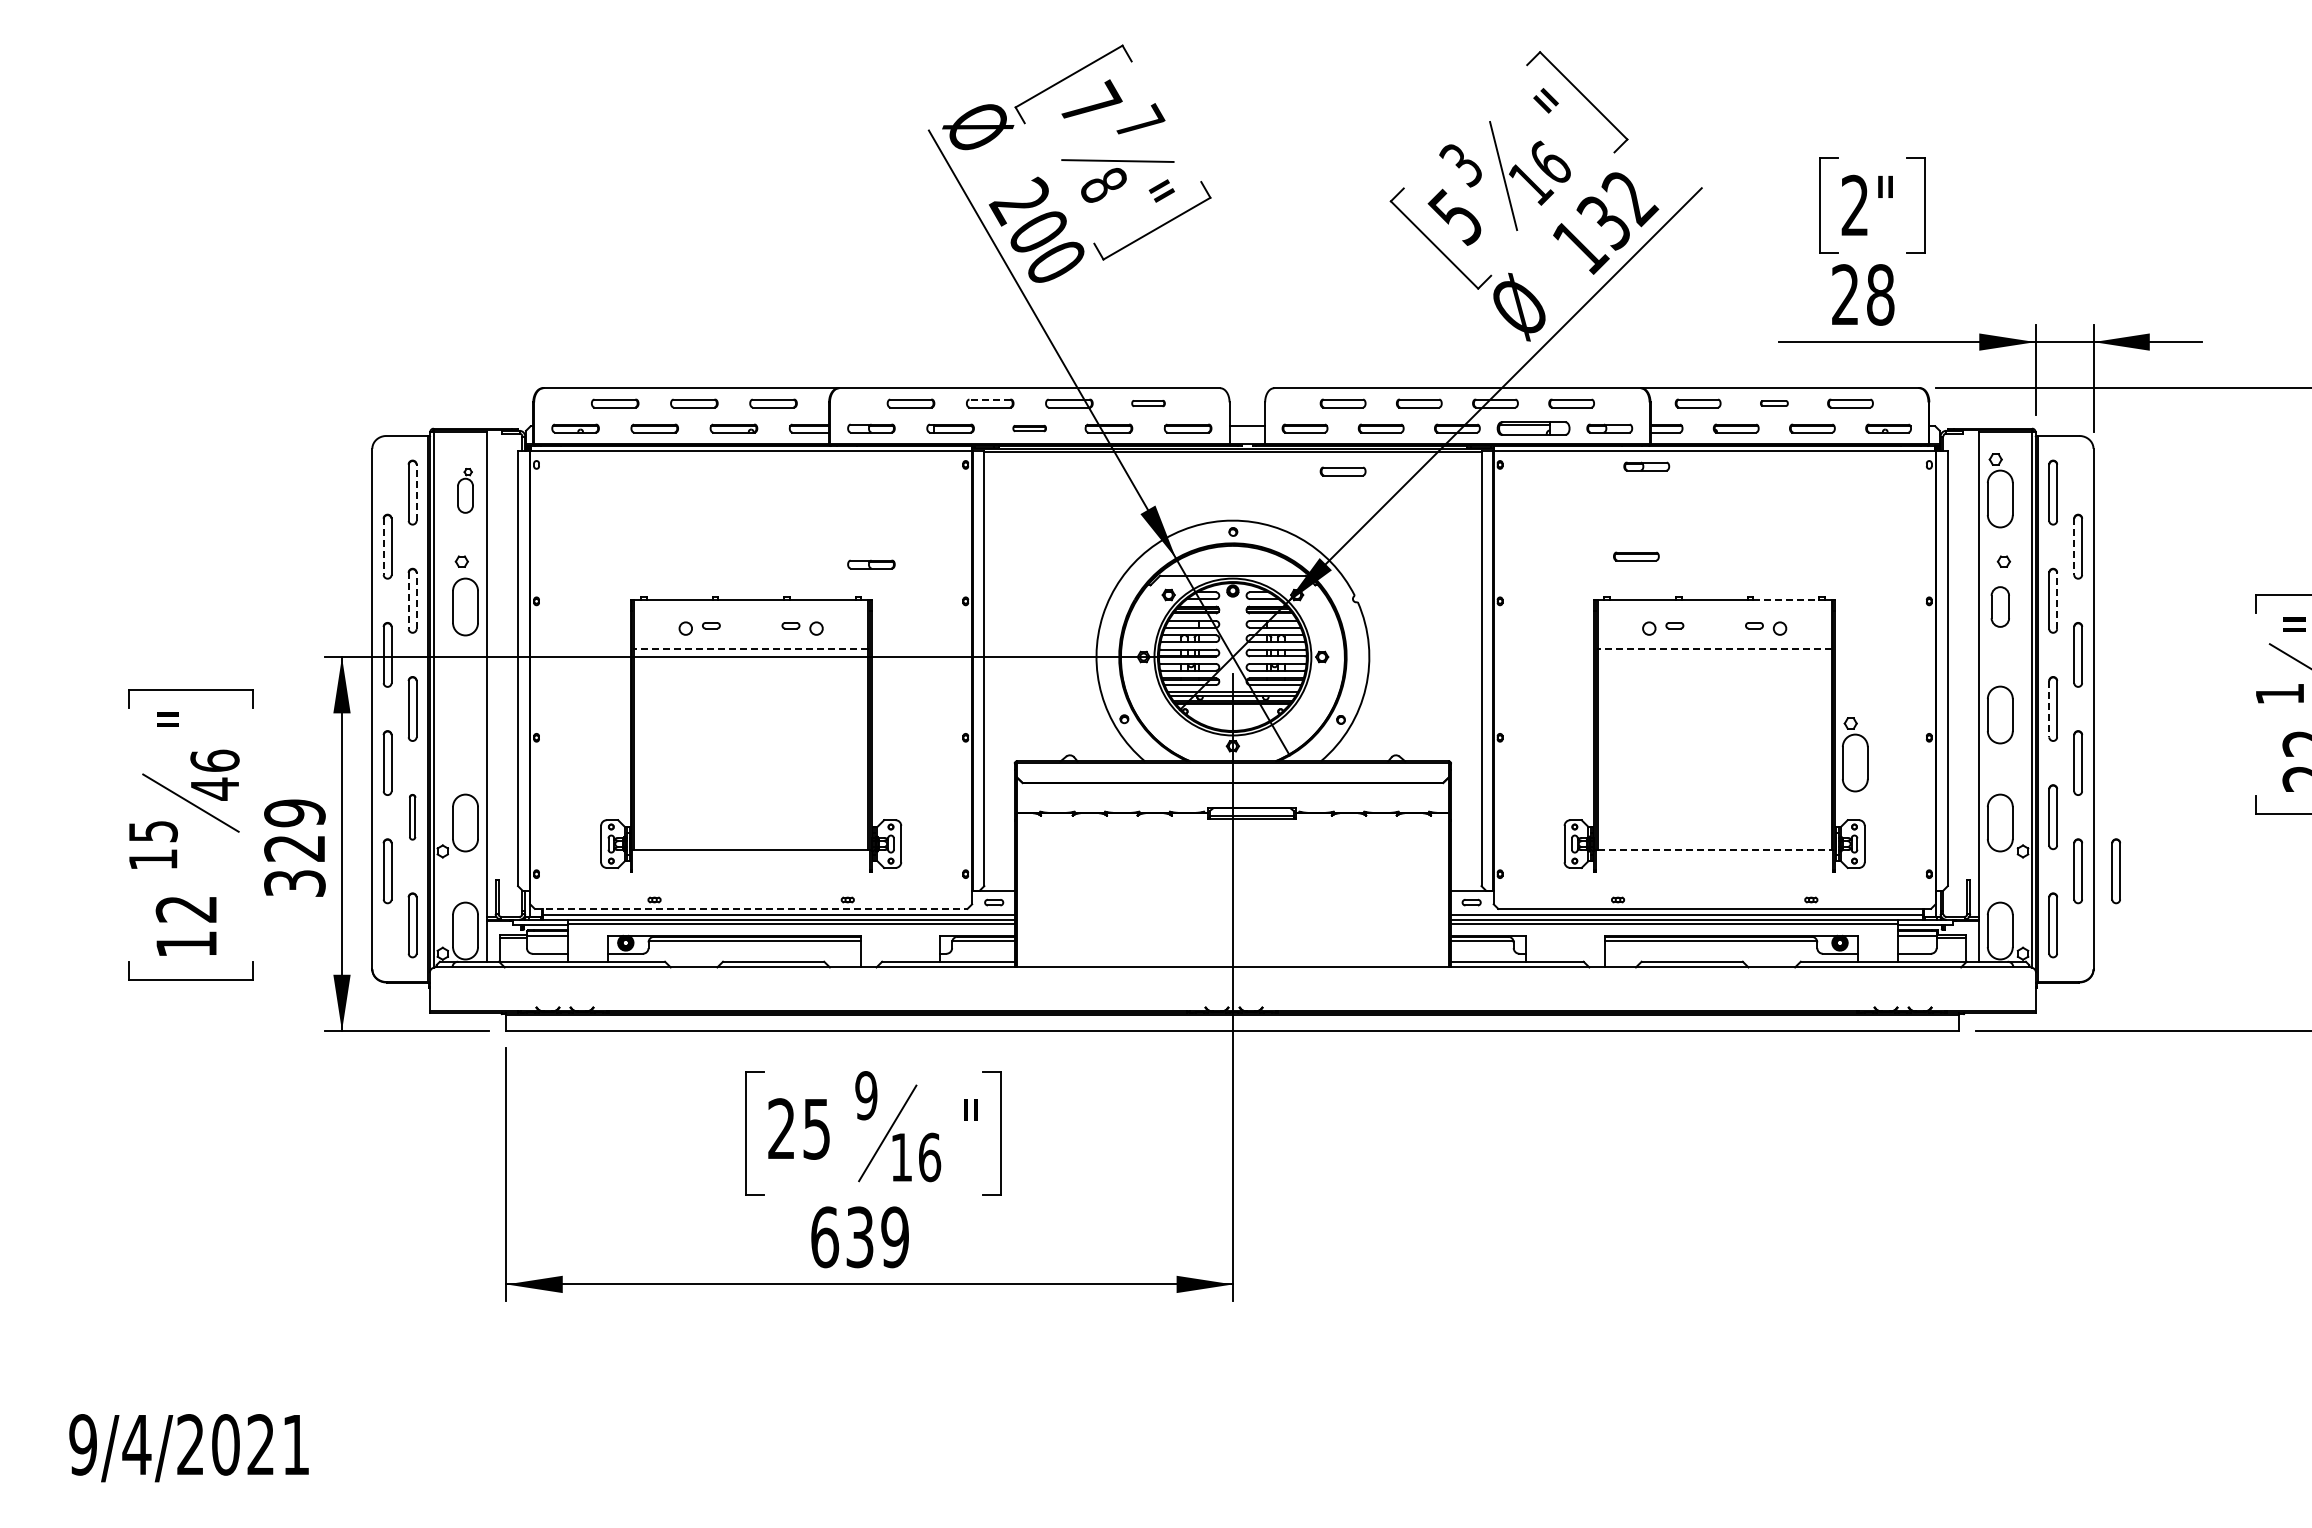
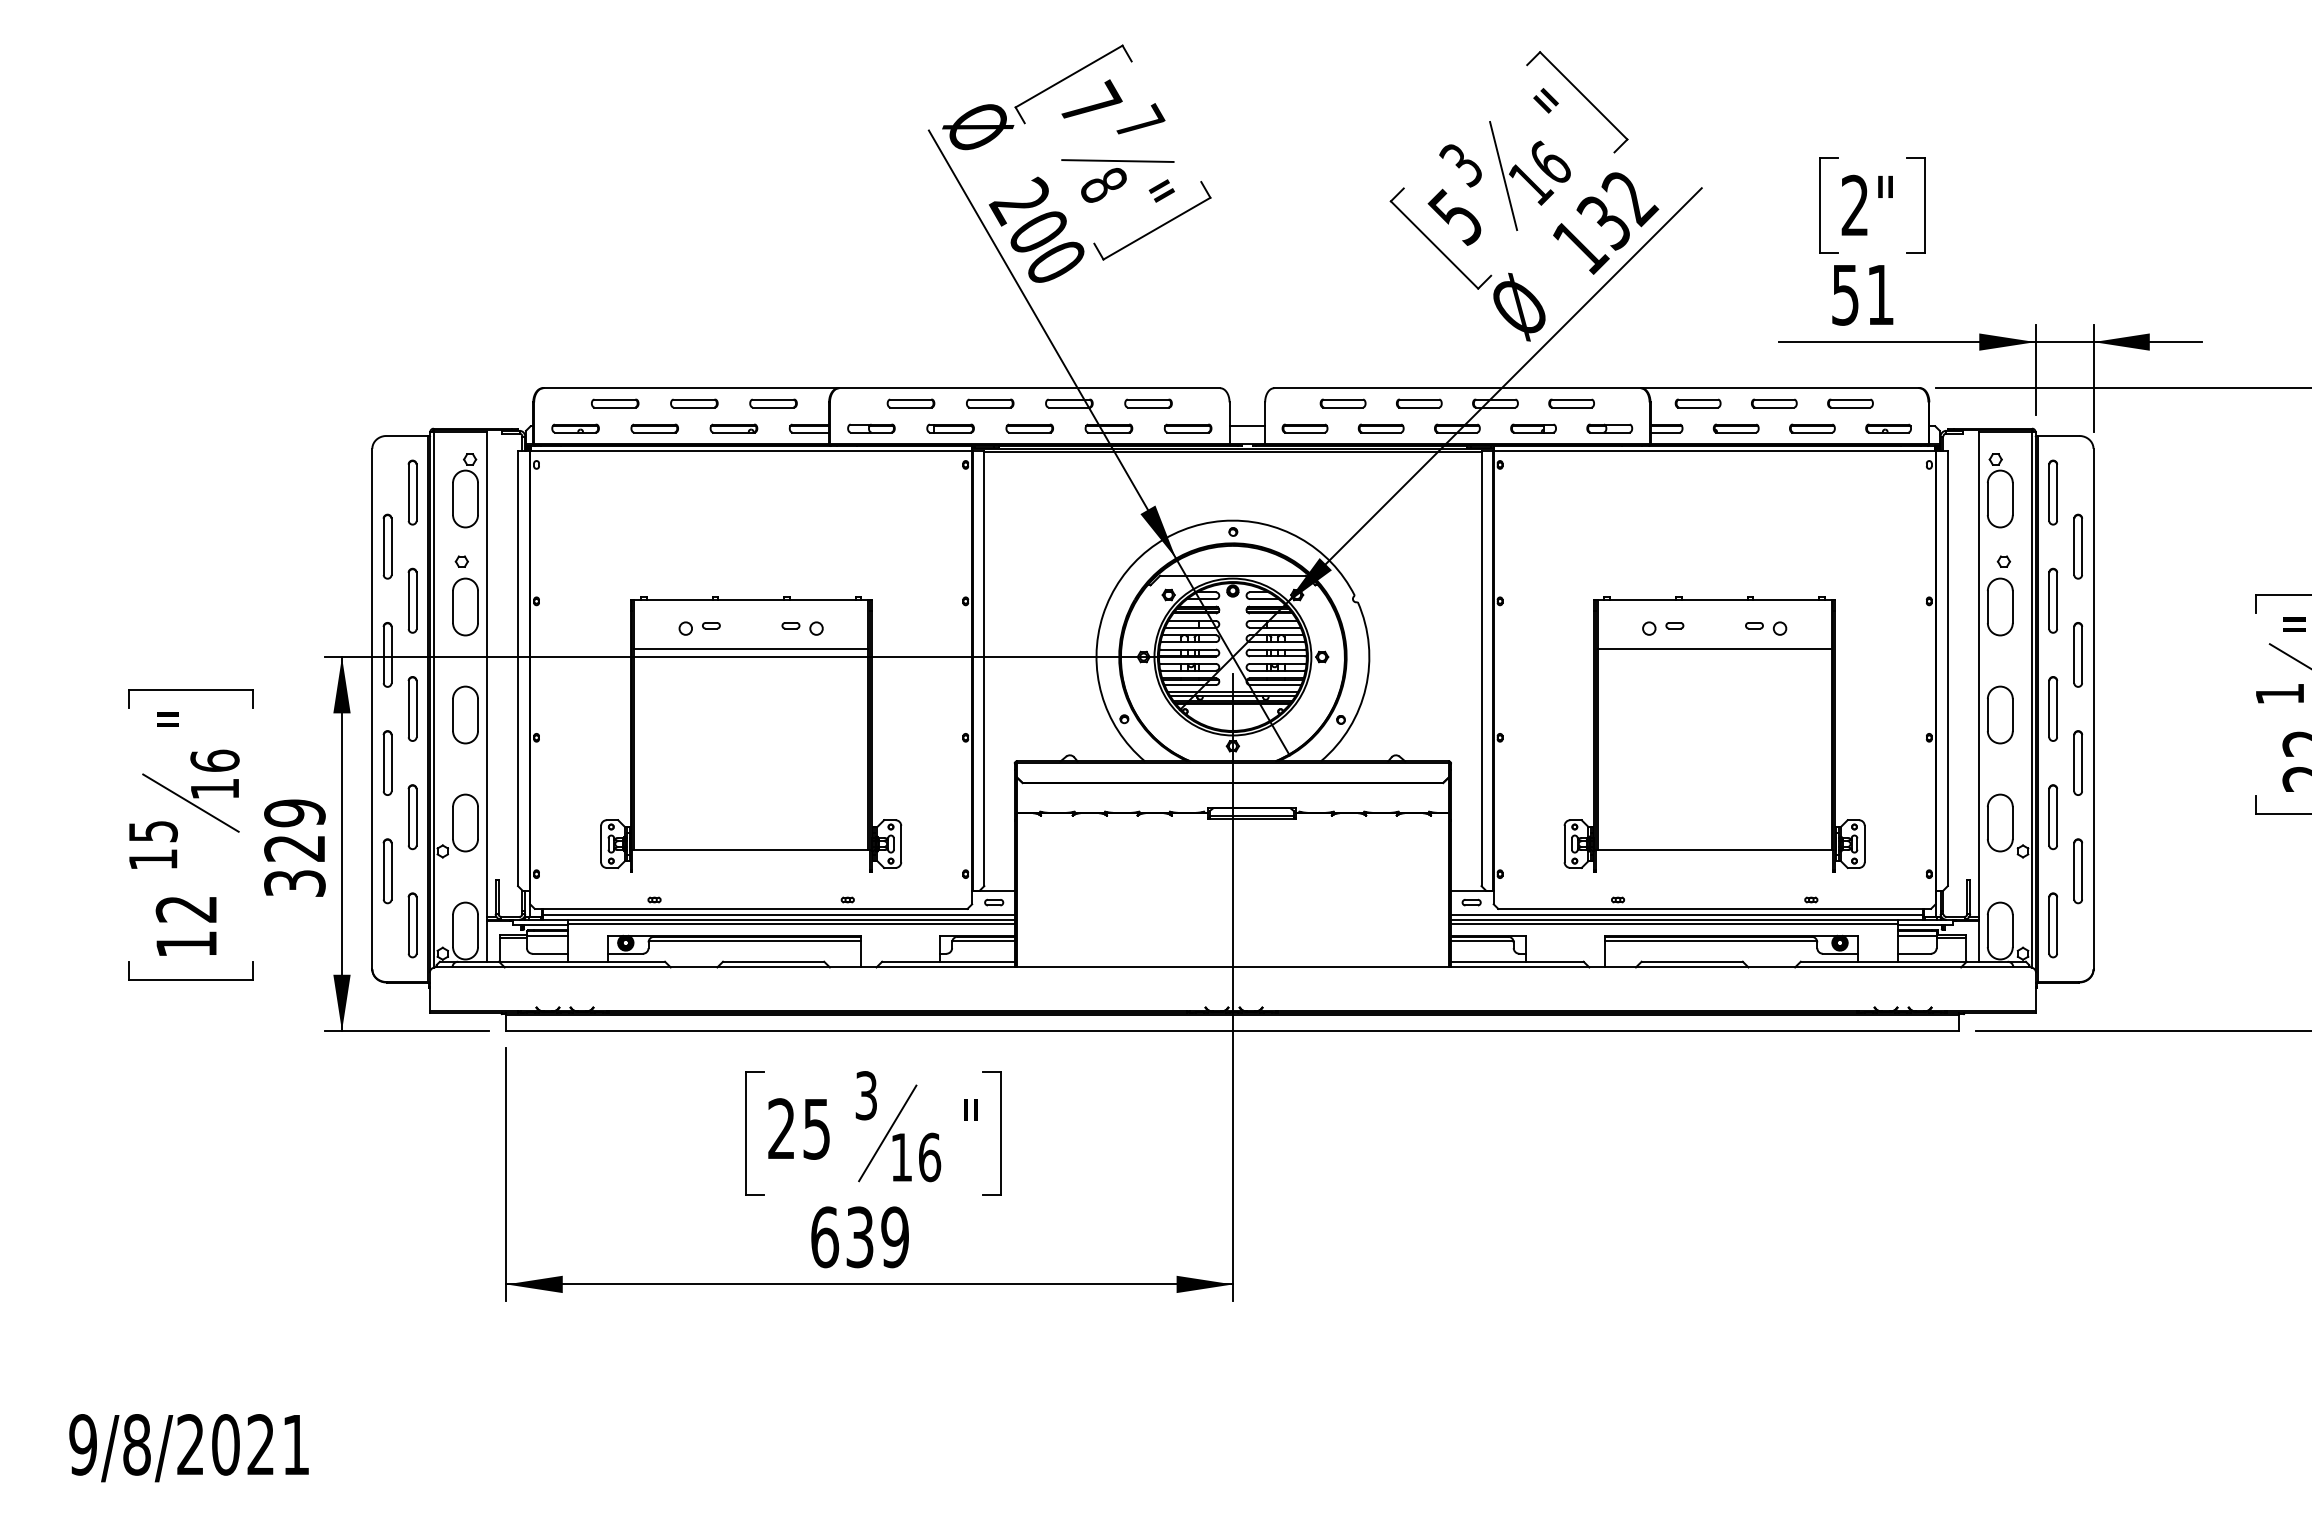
text at (1863, 294): 28 -> 51
line at (990, 399): dashed -> solid
part at (1148, 403) size: 35x8 px -> 49x11 px
part at (1774, 403) size: 29x7 px -> 47x11 px
part at (1029, 428) size: 35x8 px -> 49x11 px
part at (1533, 428) size: 75x15 px -> 47x11 px
part at (1646, 466): present -> none
part at (1342, 471): present -> none
part at (465, 490) size: 17x46 px -> 27x76 px
line at (416, 492): dashed -> solid
line at (383, 547): dashed -> solid
line at (2074, 547): dashed -> solid
part at (1636, 556): present -> none
part at (871, 564): present -> none
line at (1786, 599): dashed -> solid
line at (416, 600): dashed -> solid
line at (2057, 600): dashed -> solid
line at (408, 601): dashed -> solid
part at (1999, 606) size: 20x42 px -> 27x60 px
line at (750, 648): dashed -> solid
line at (1714, 648): dashed -> solid
line at (2049, 709): dashed -> solid
part at (465, 714): none -> present
part at (1855, 754): present -> none
text at (214, 788): 46 -> 16
part at (412, 817) size: 8x47 px -> 11x67 px
line at (1715, 849): dashed -> solid
part at (2115, 871): present -> none
line at (751, 908): dashed -> solid
text at (866, 1095): 9 -> 3
text at (136, 1444): 9/4/2021 -> 9/8/2021
